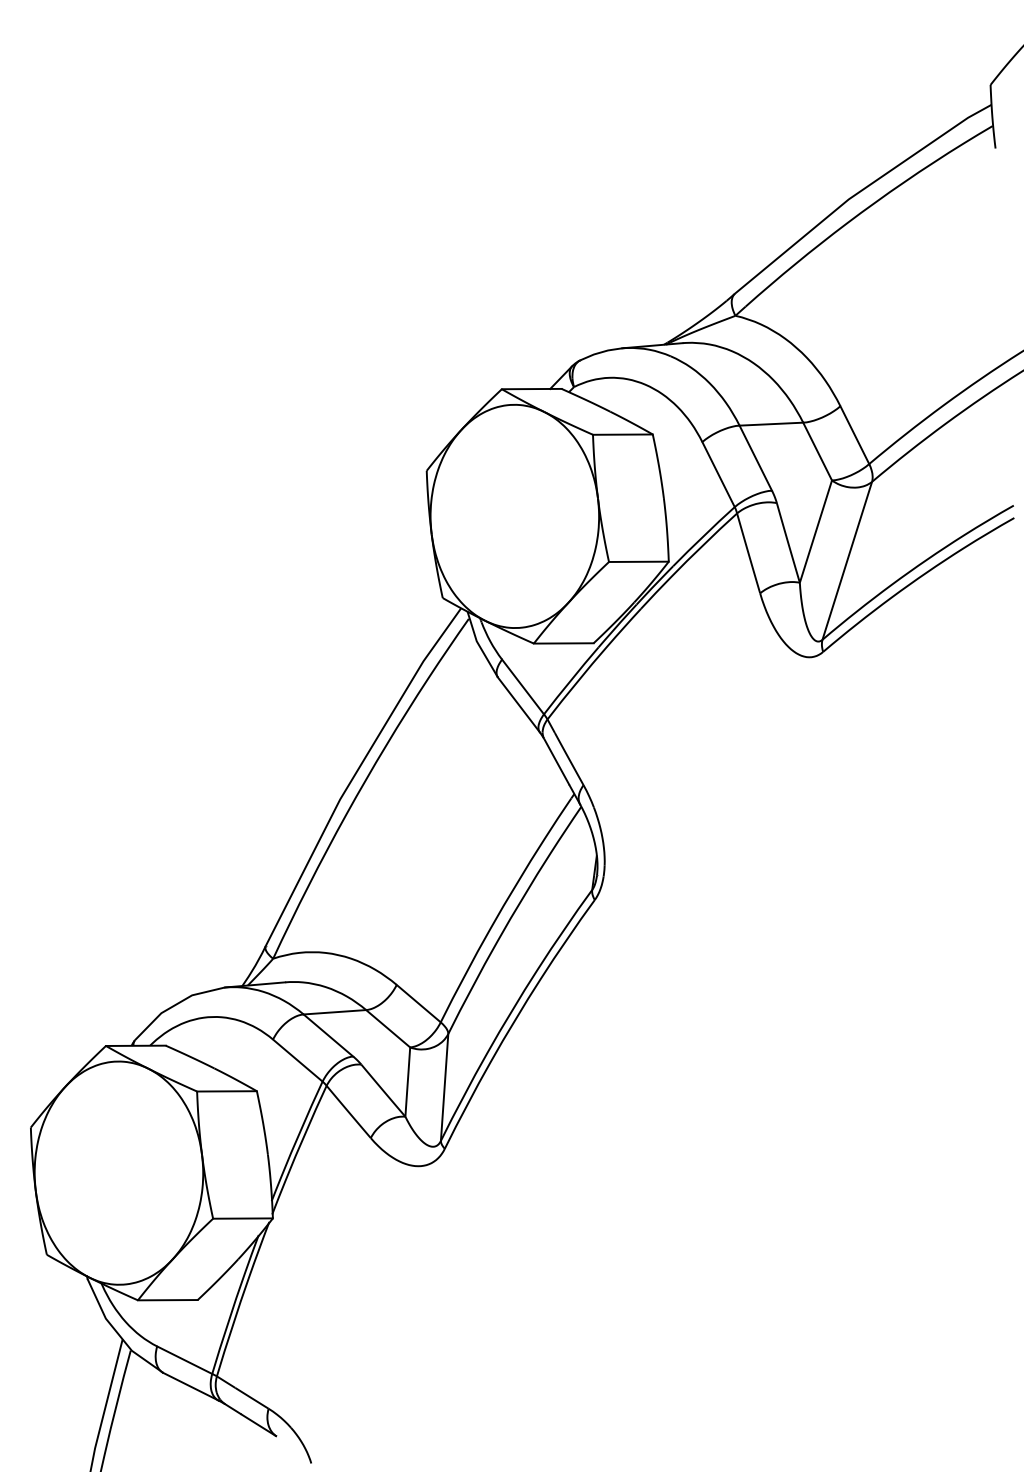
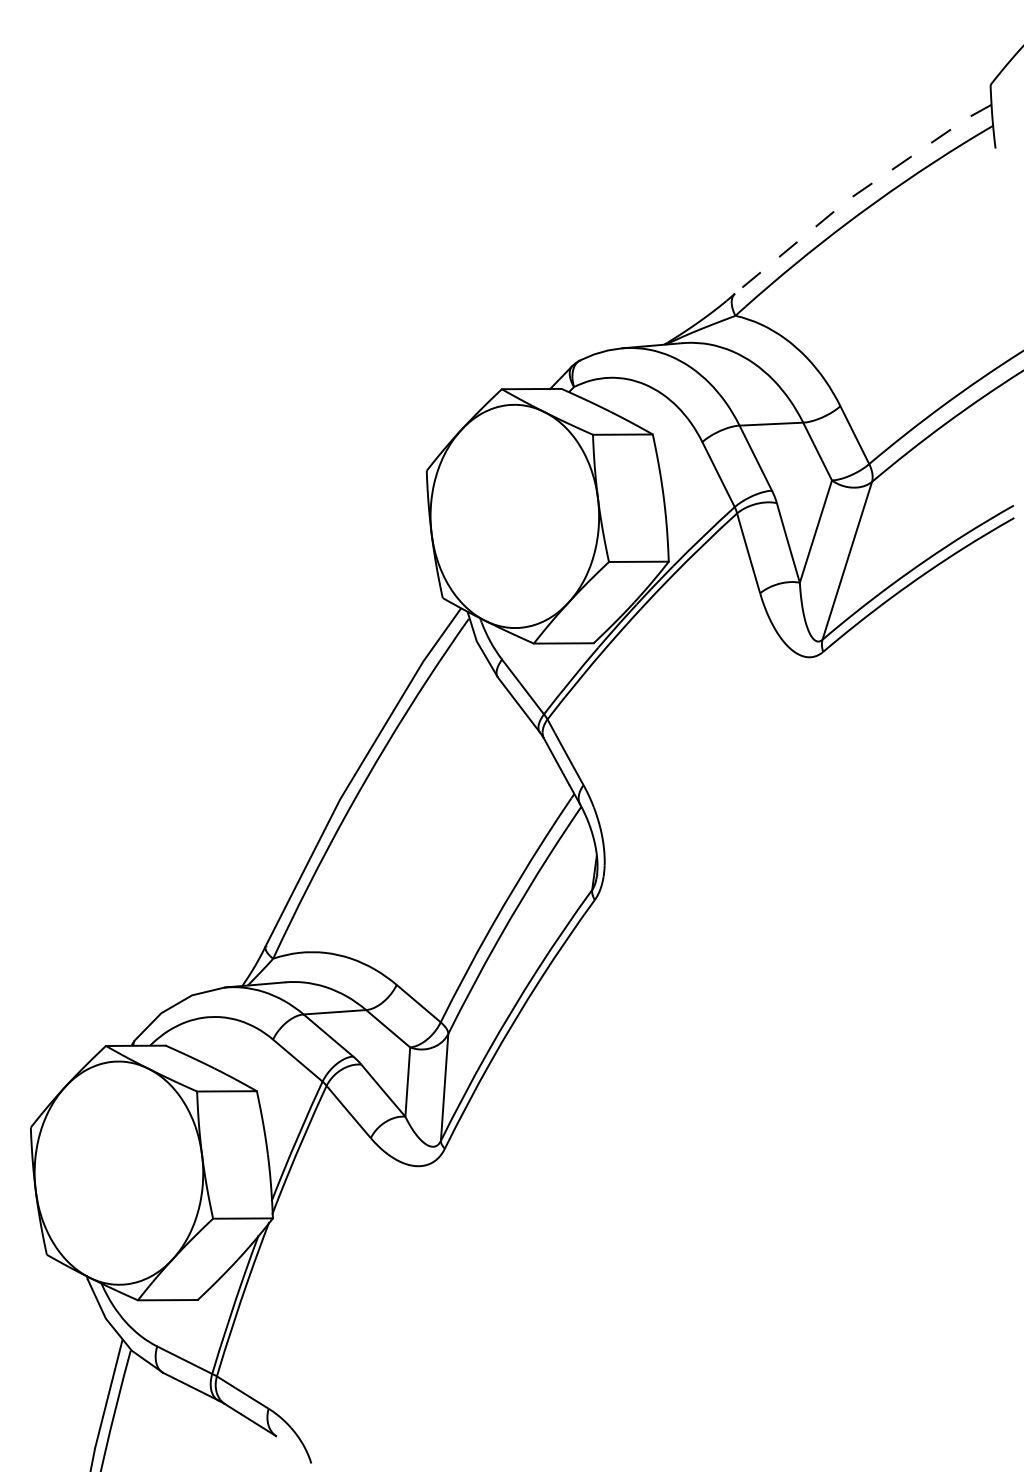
line at (858, 192): solid -> dashed
